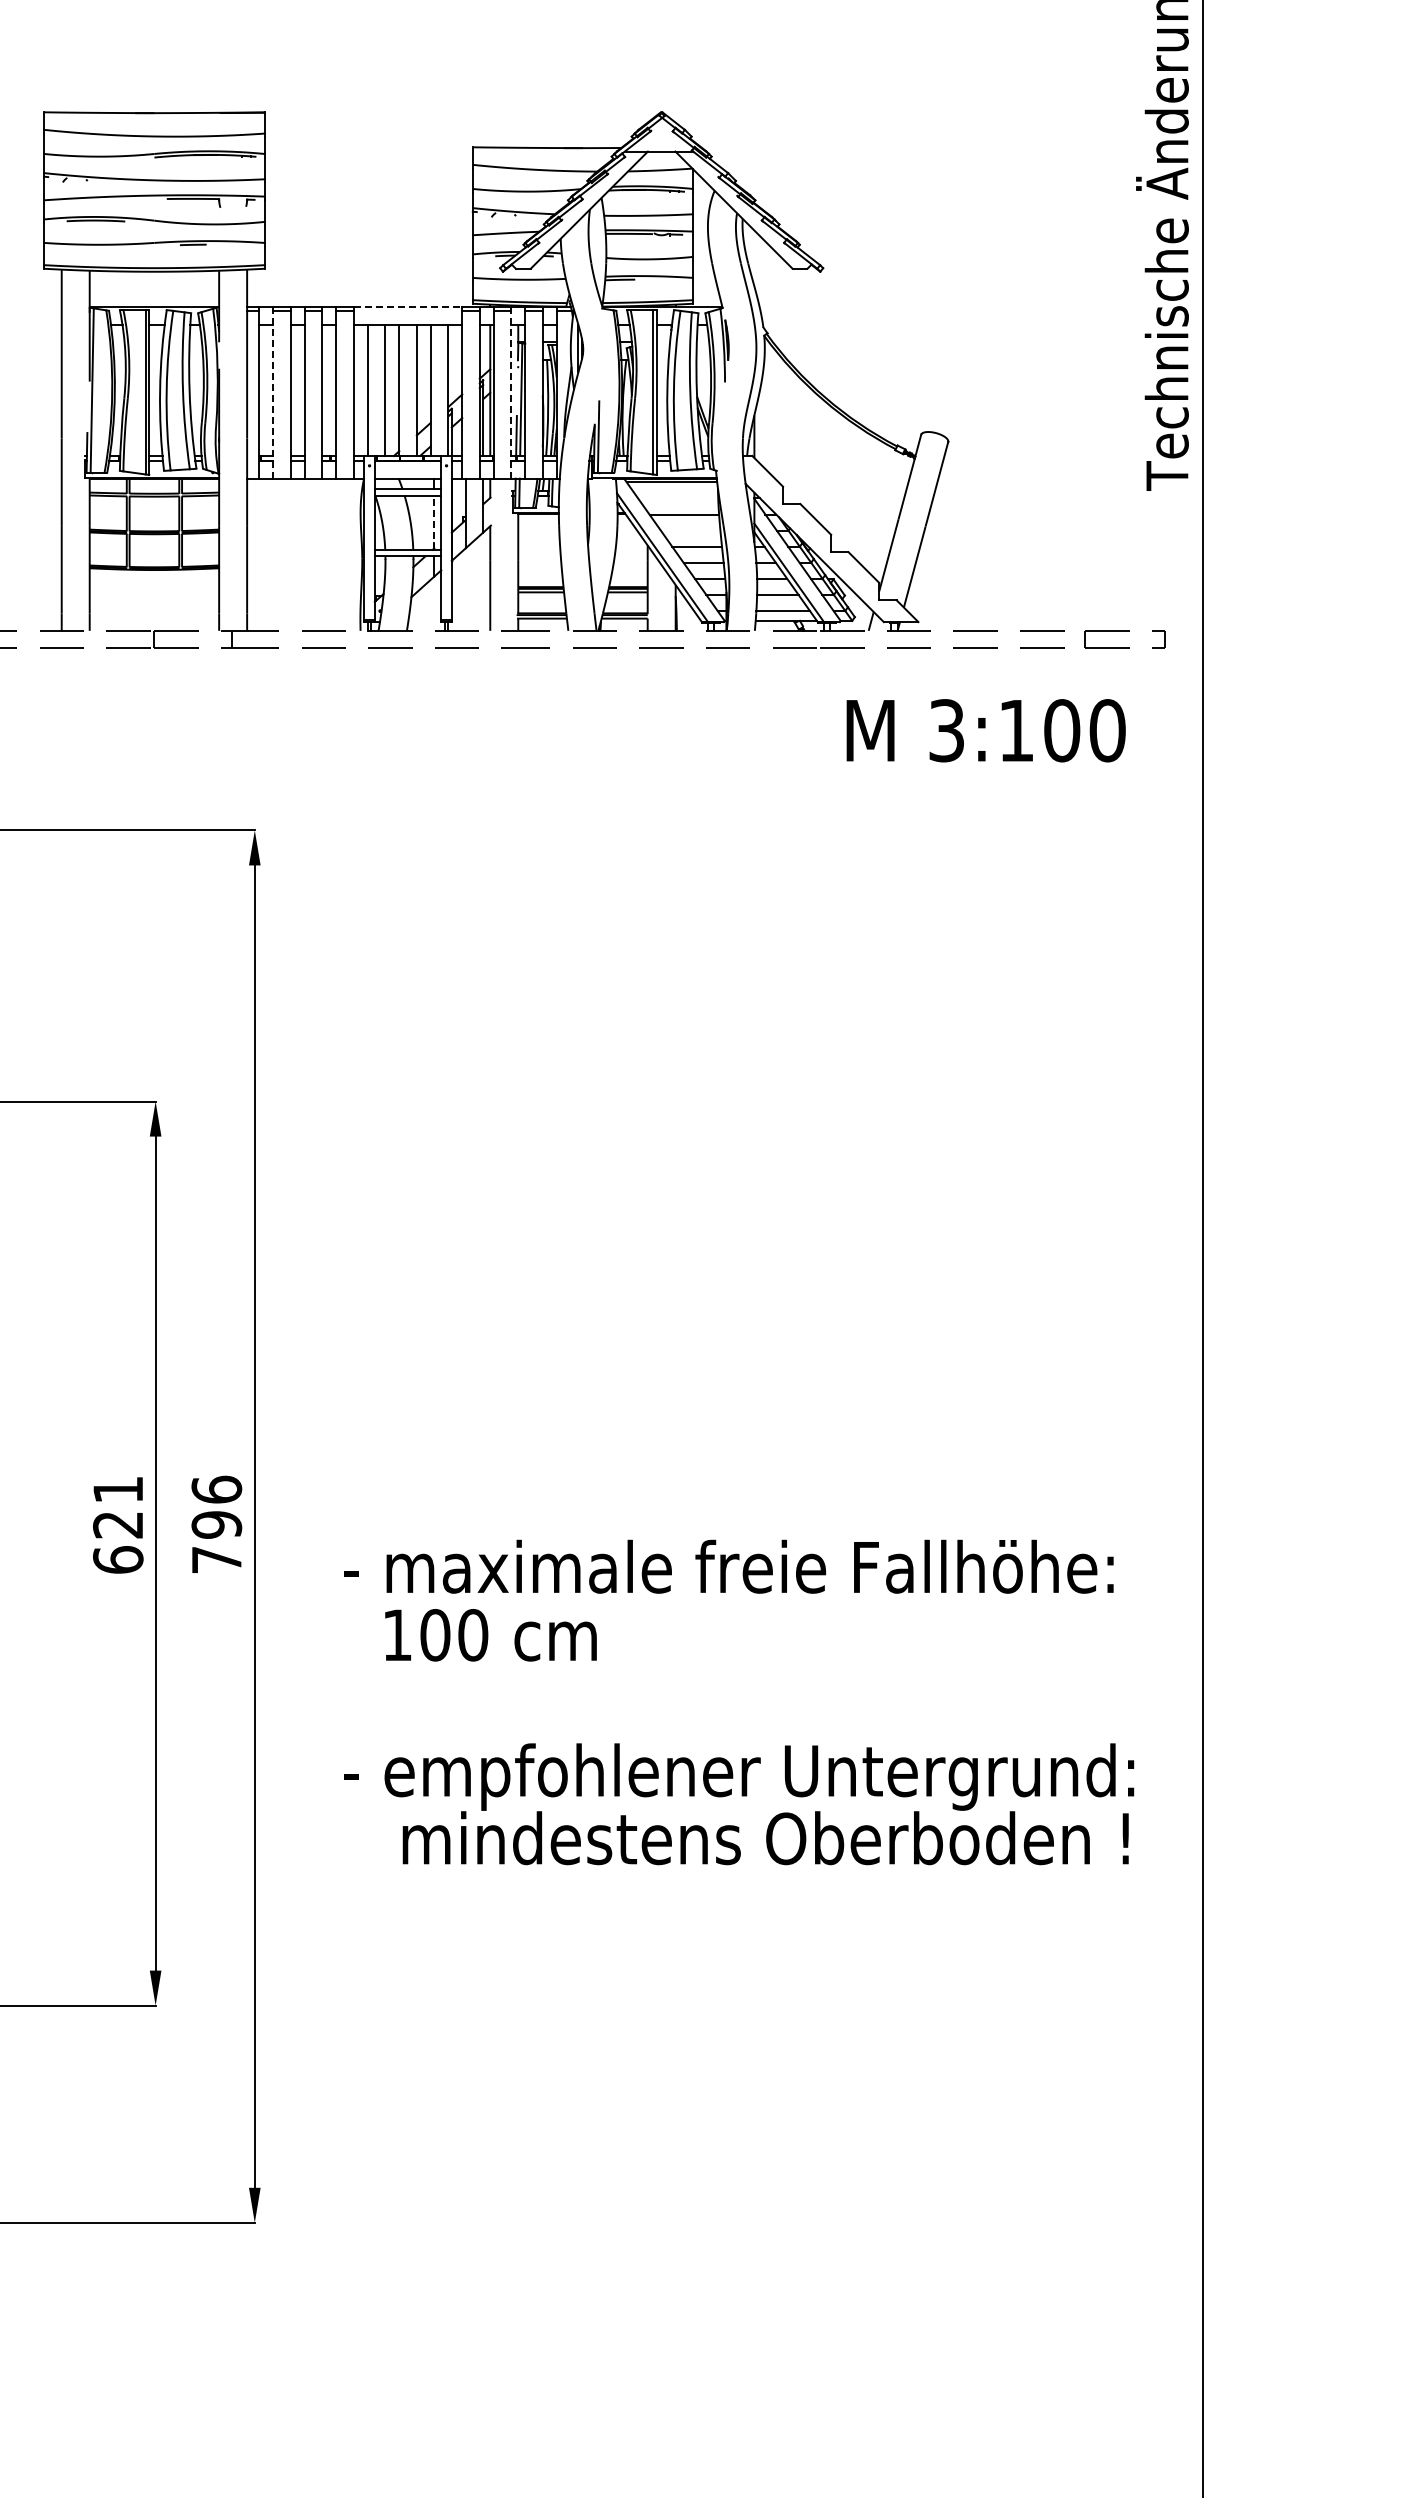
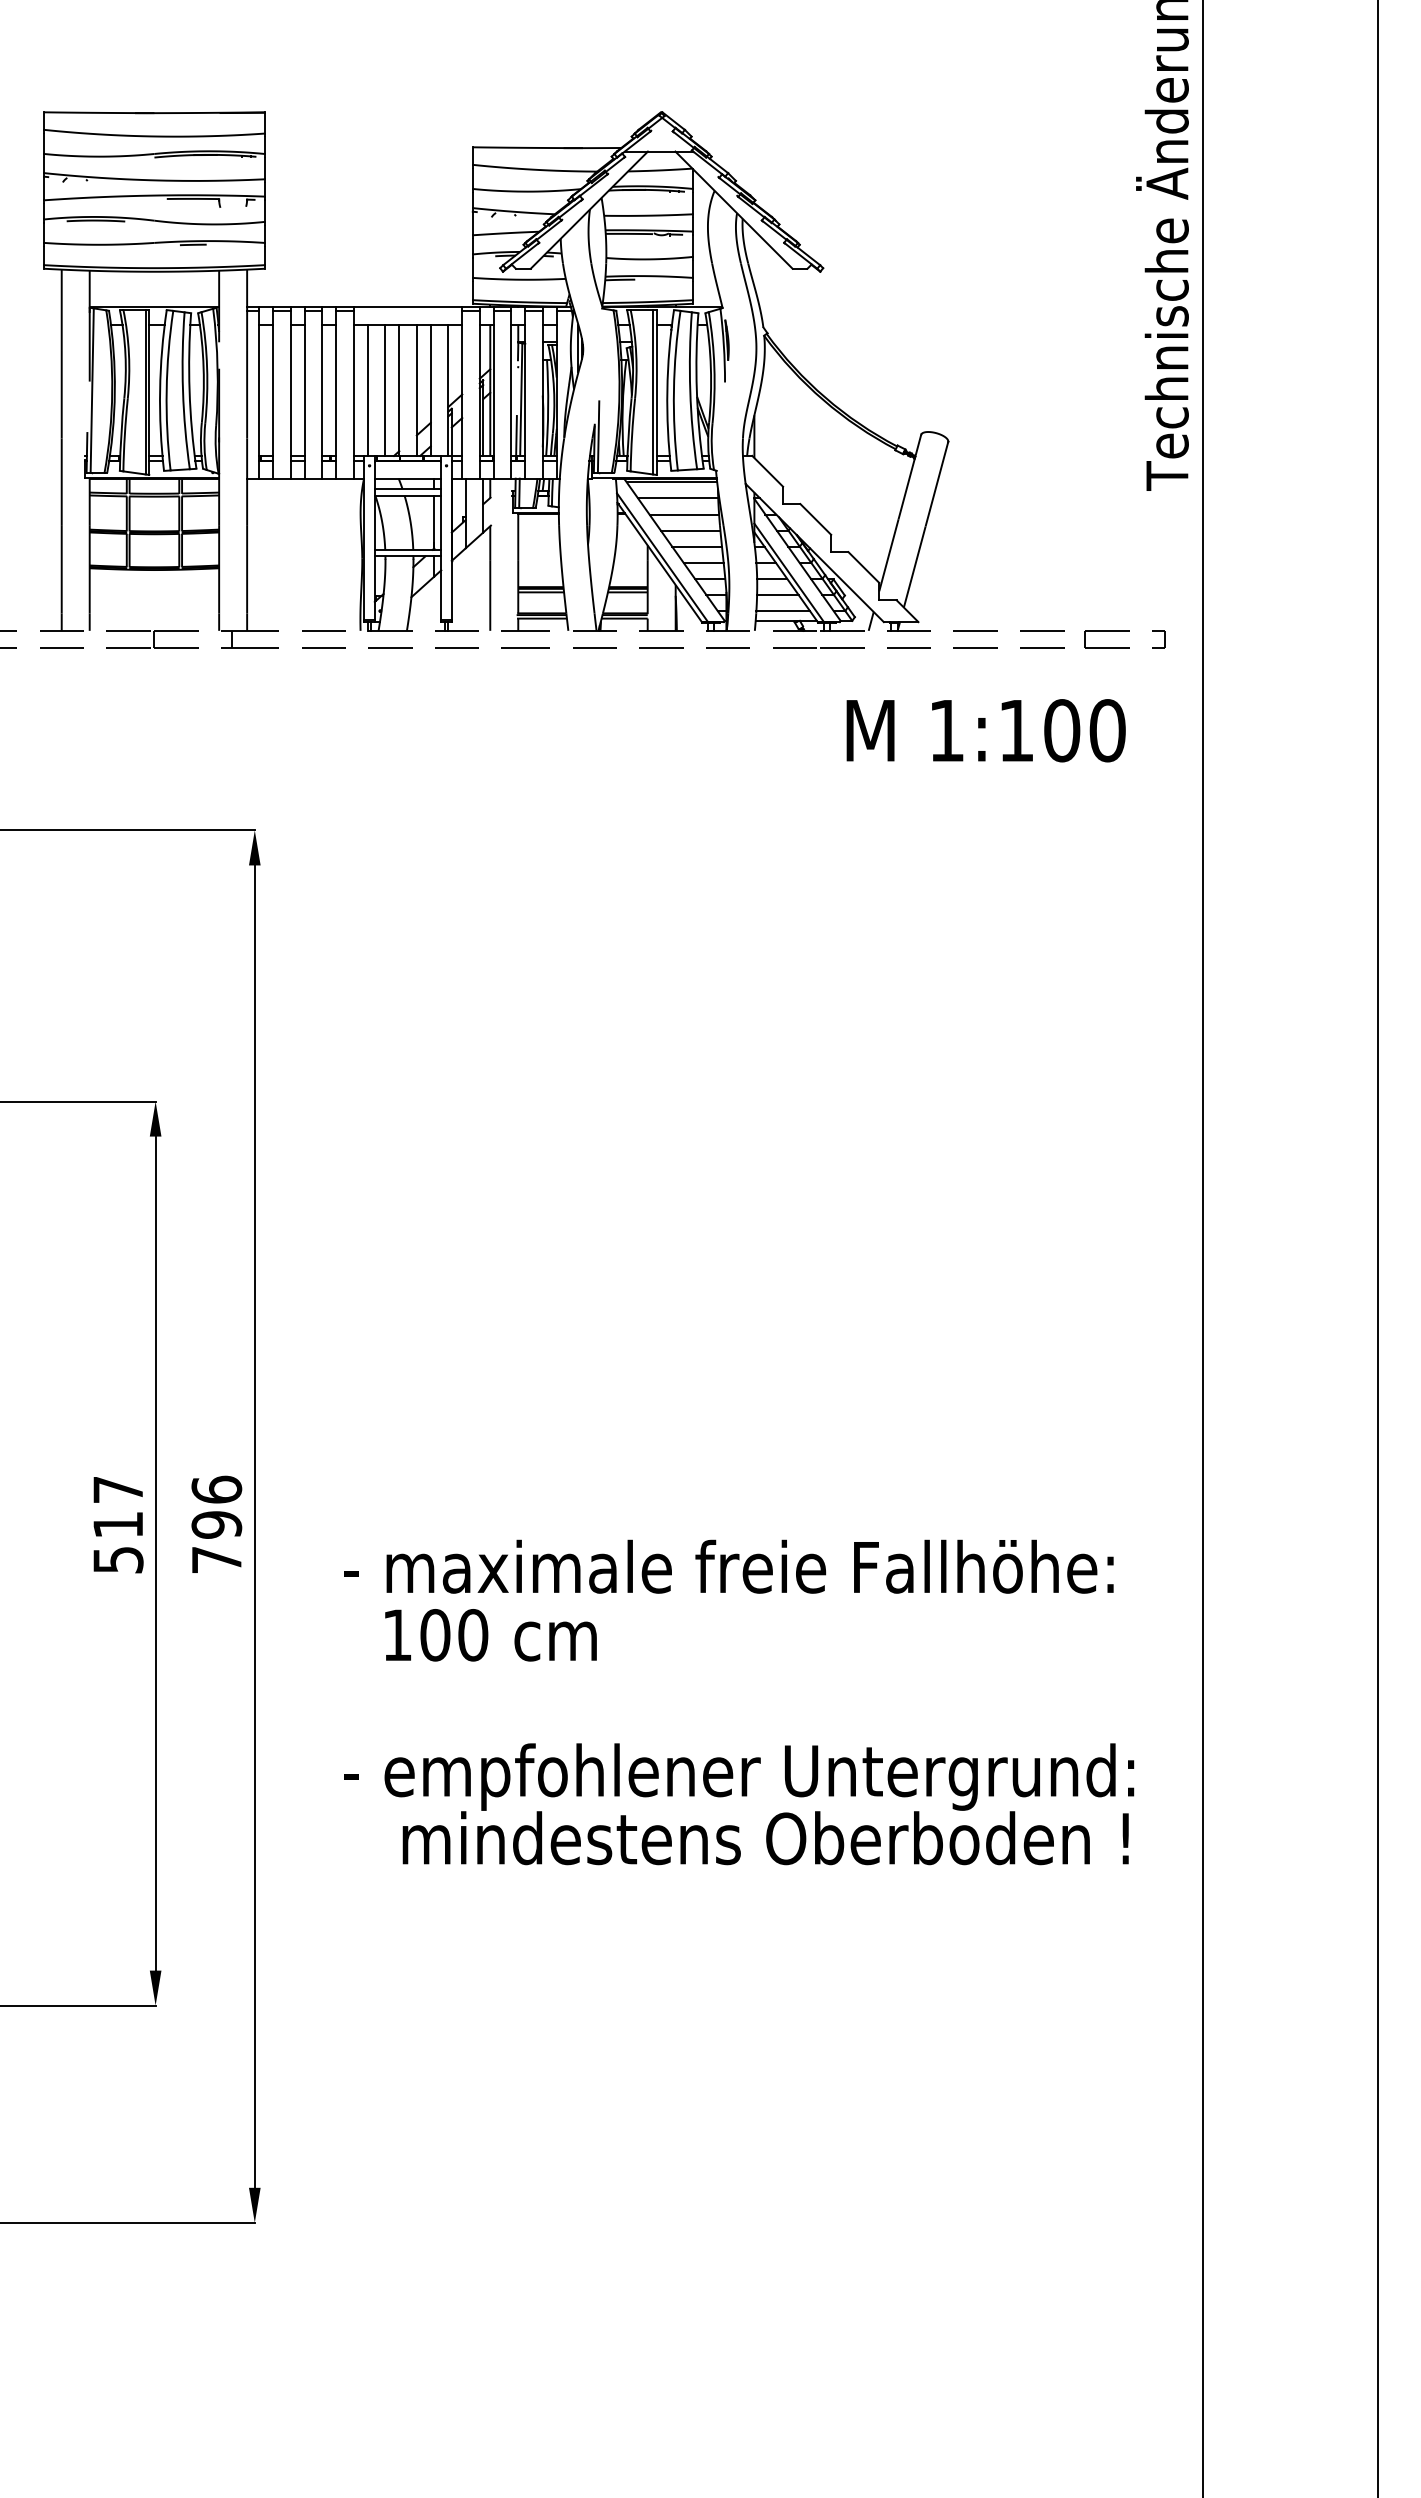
line at (408, 307): dashed -> solid
line at (273, 394): dashed -> solid
line at (511, 394): dashed -> solid
line at (678, 498): none -> present
line at (434, 522): dashed -> solid
line at (690, 530): none -> present
text at (946, 730): 3:100 -> 1:100
line at (1378, 1248): none -> present
text at (118, 1525): 621 -> 517
